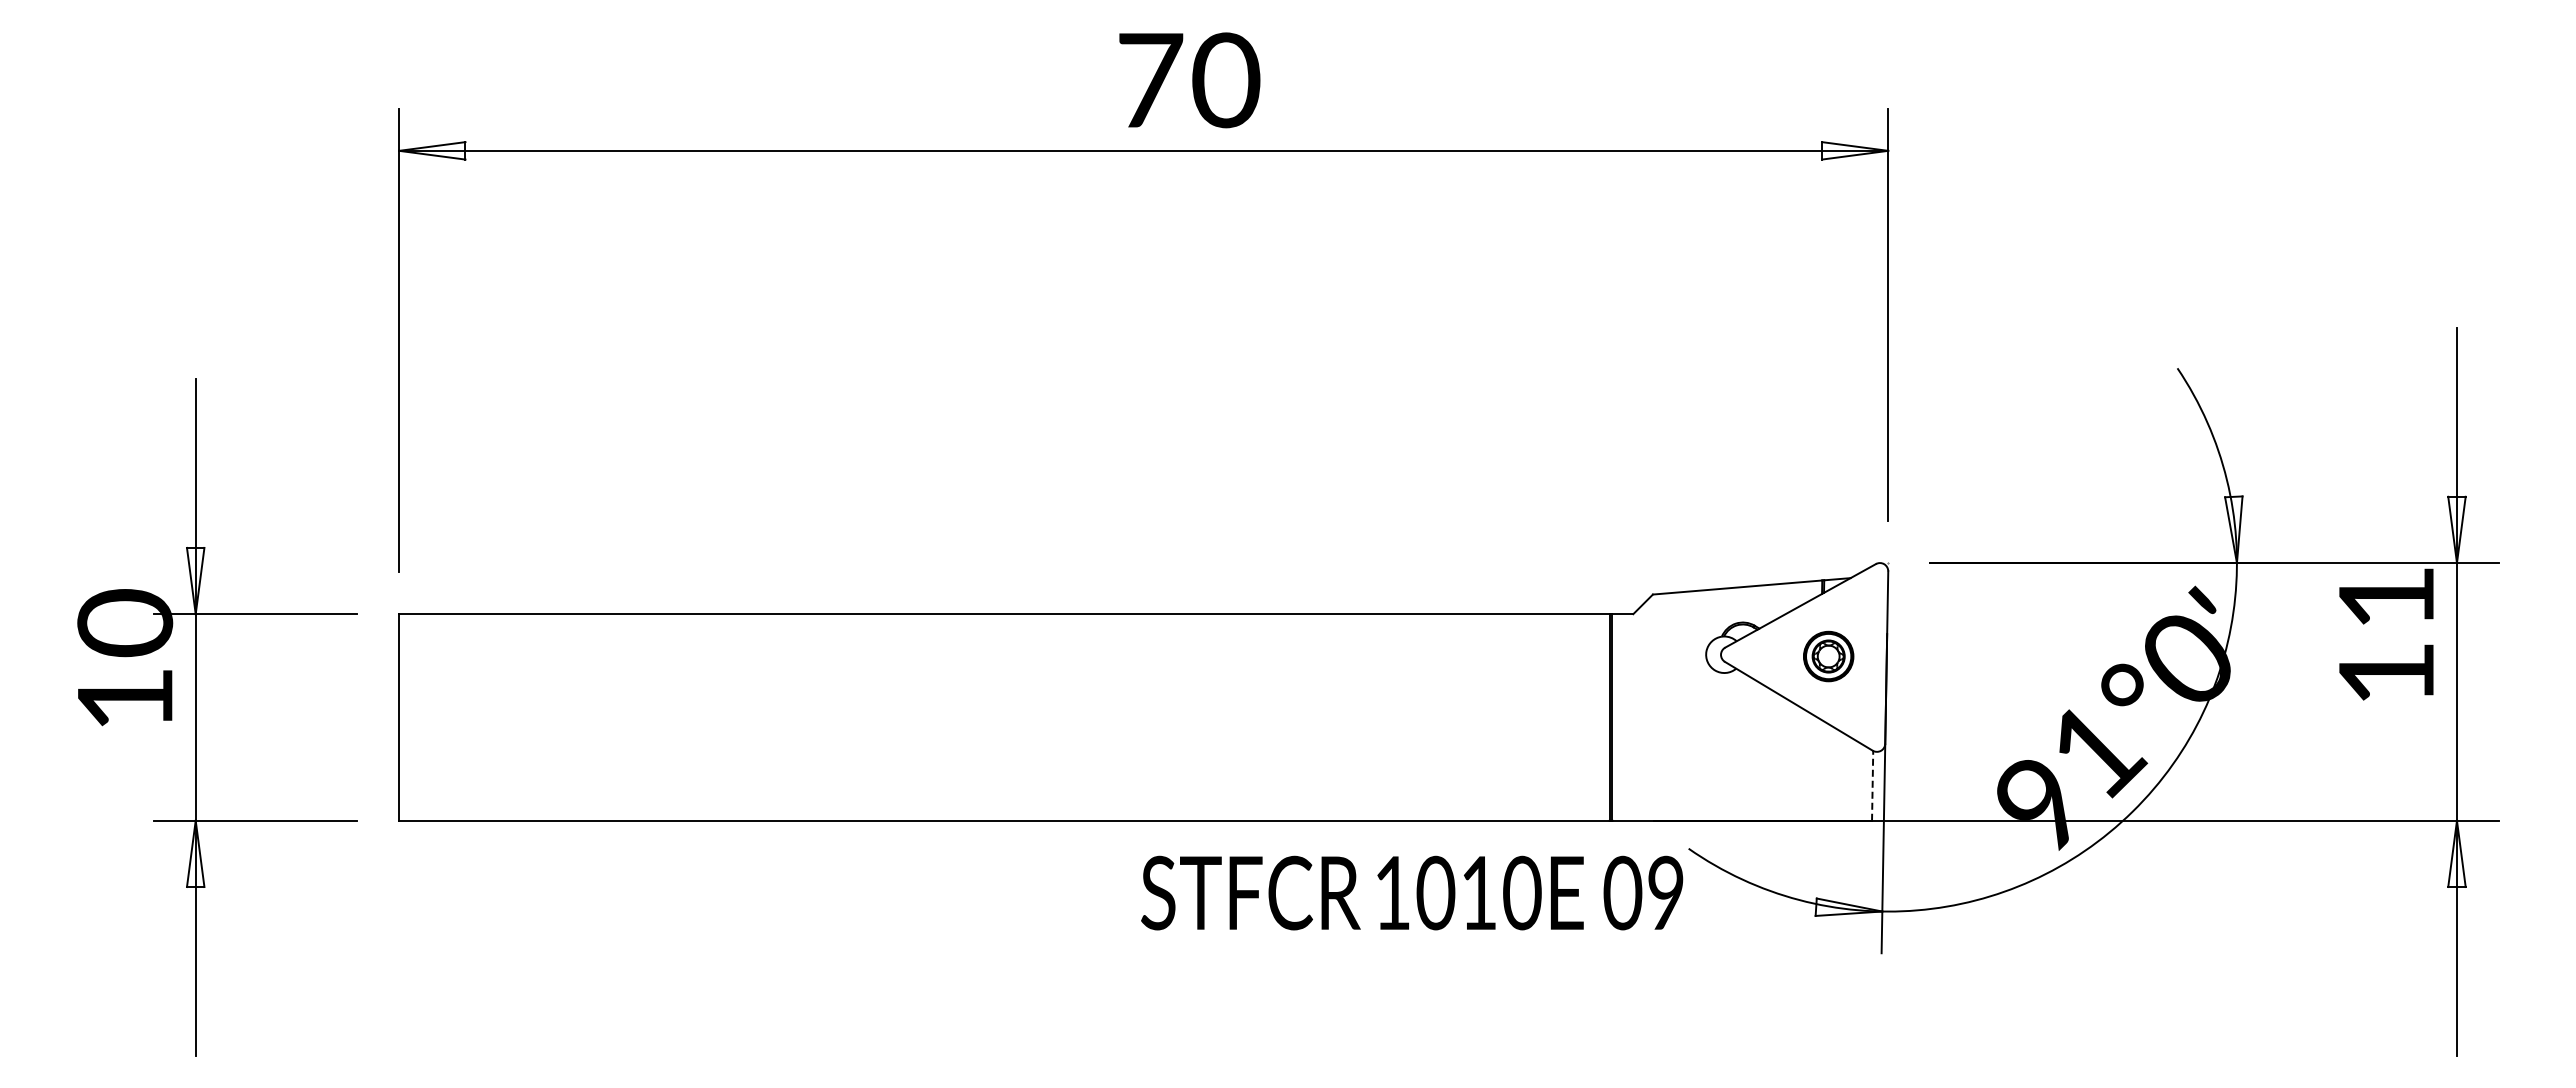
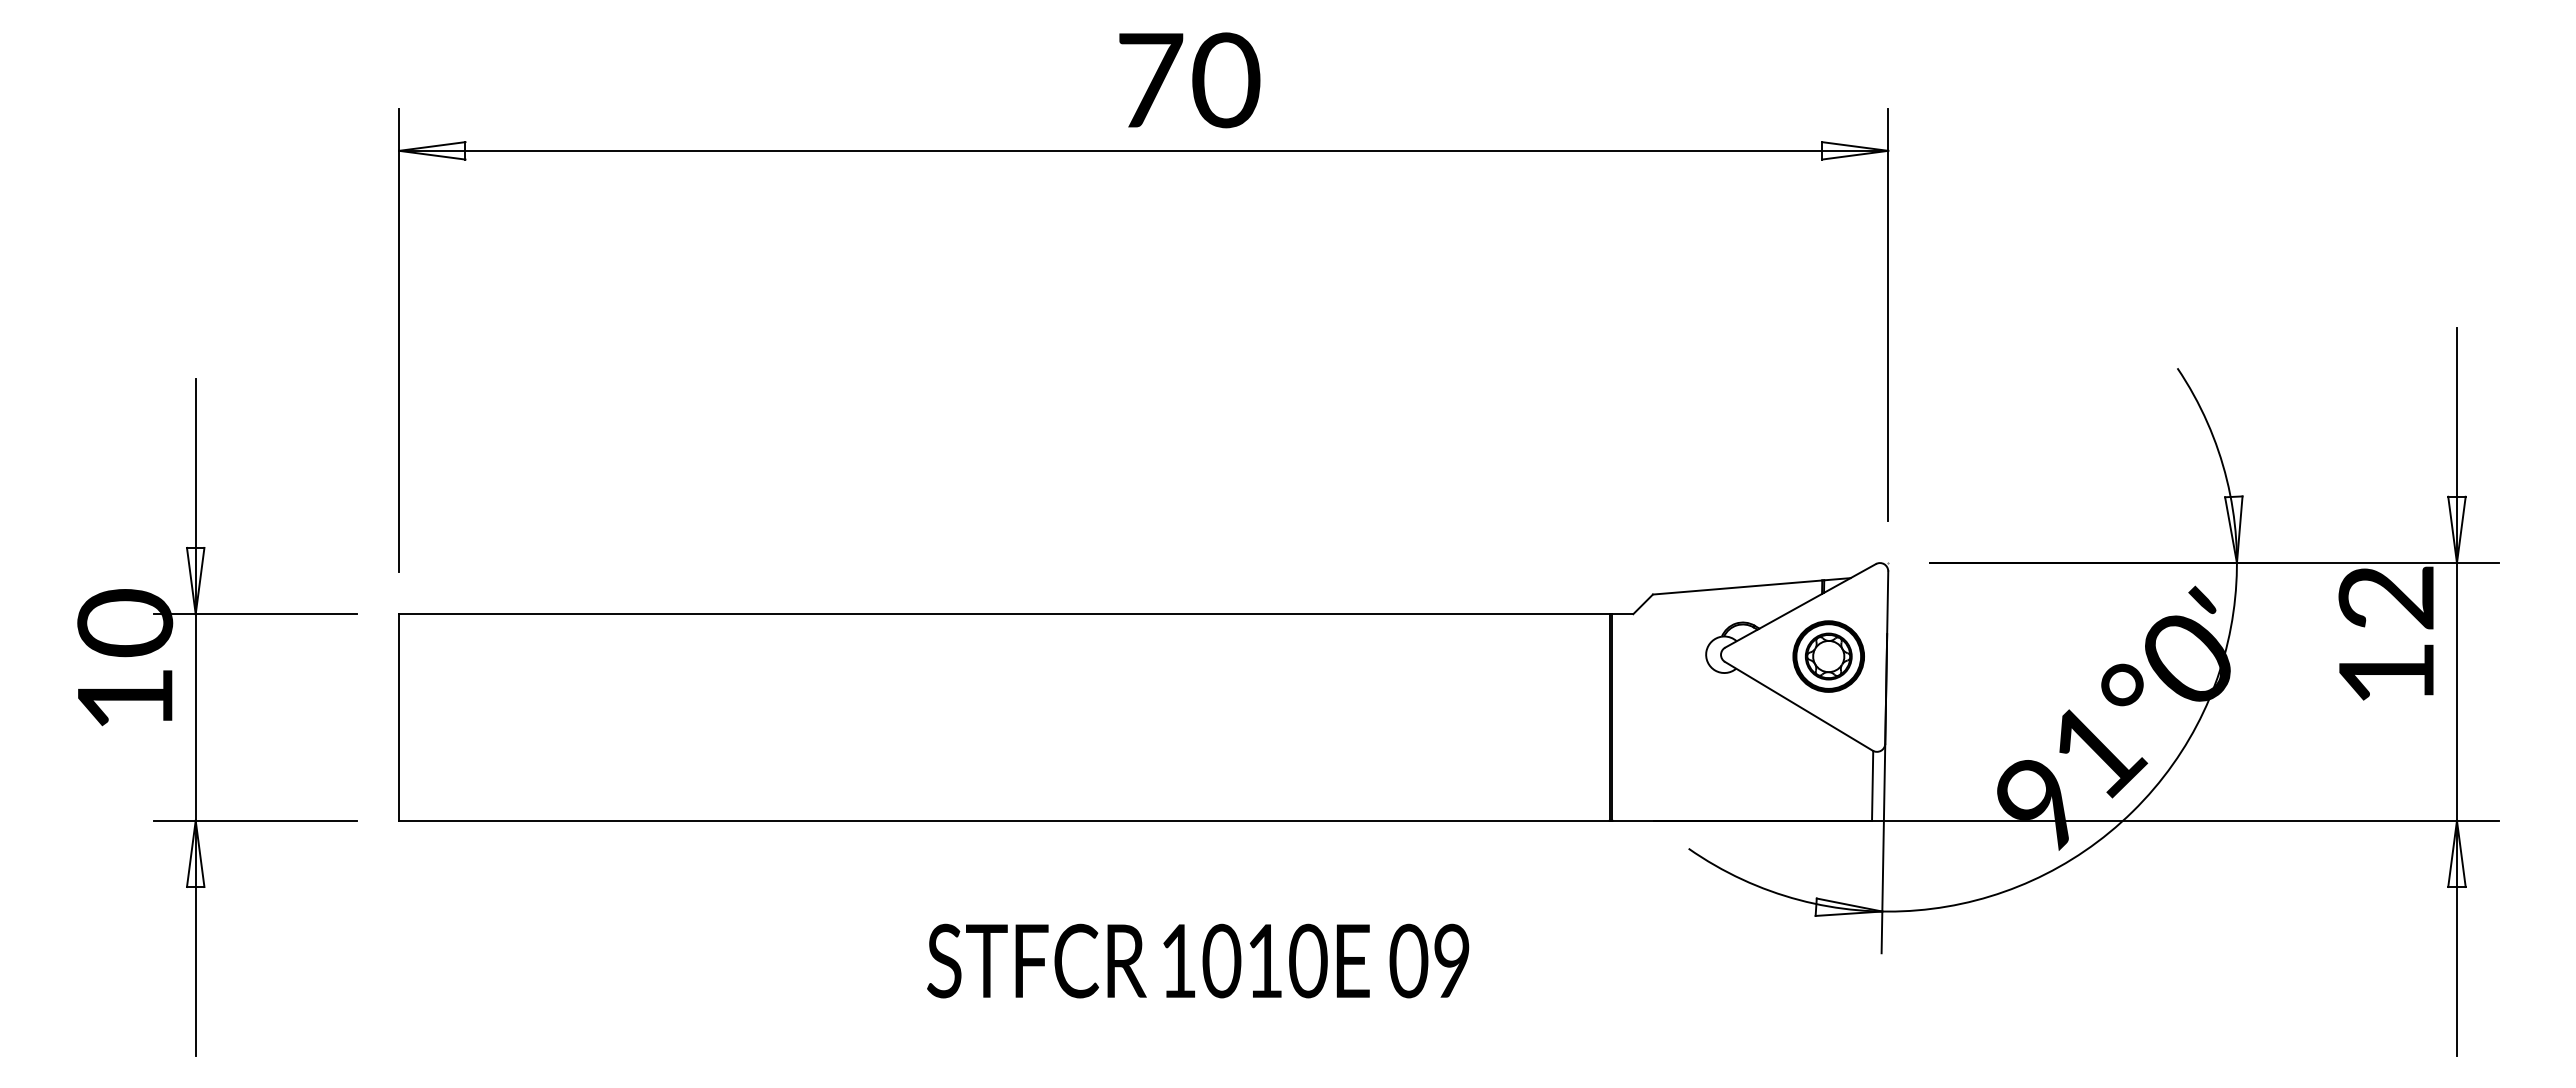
text at (2385, 597): 11 -> 12
part at (1828, 656) size: 52x53 px -> 73x73 px
line at (1872, 785): dashed -> solid
text at (1412, 892) position: (1412, 892) -> (1198, 960)
